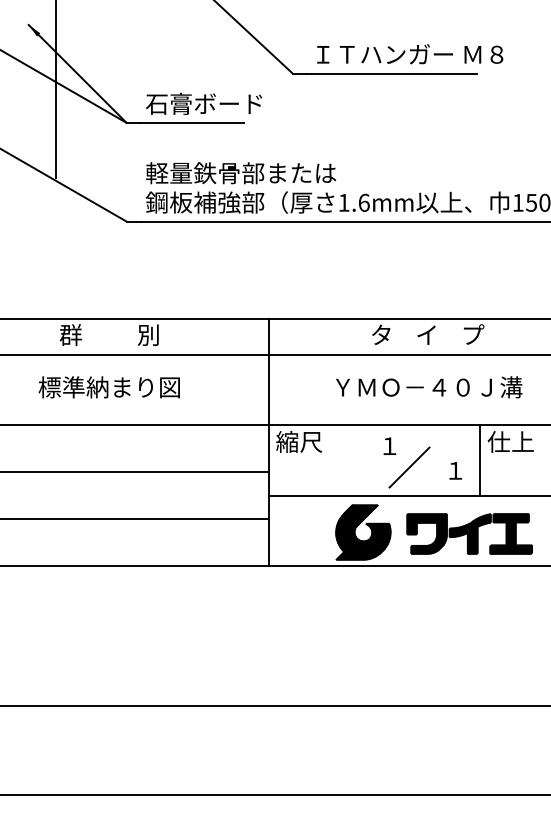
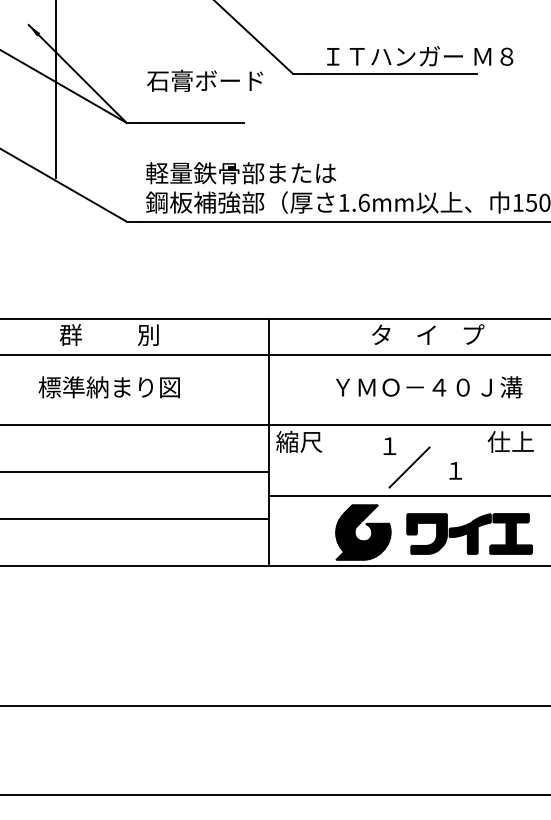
text at (410, 54) position: (410, 54) -> (420, 56)
text at (203, 103) position: (203, 103) -> (204, 80)
line at (480, 460): present -> none
